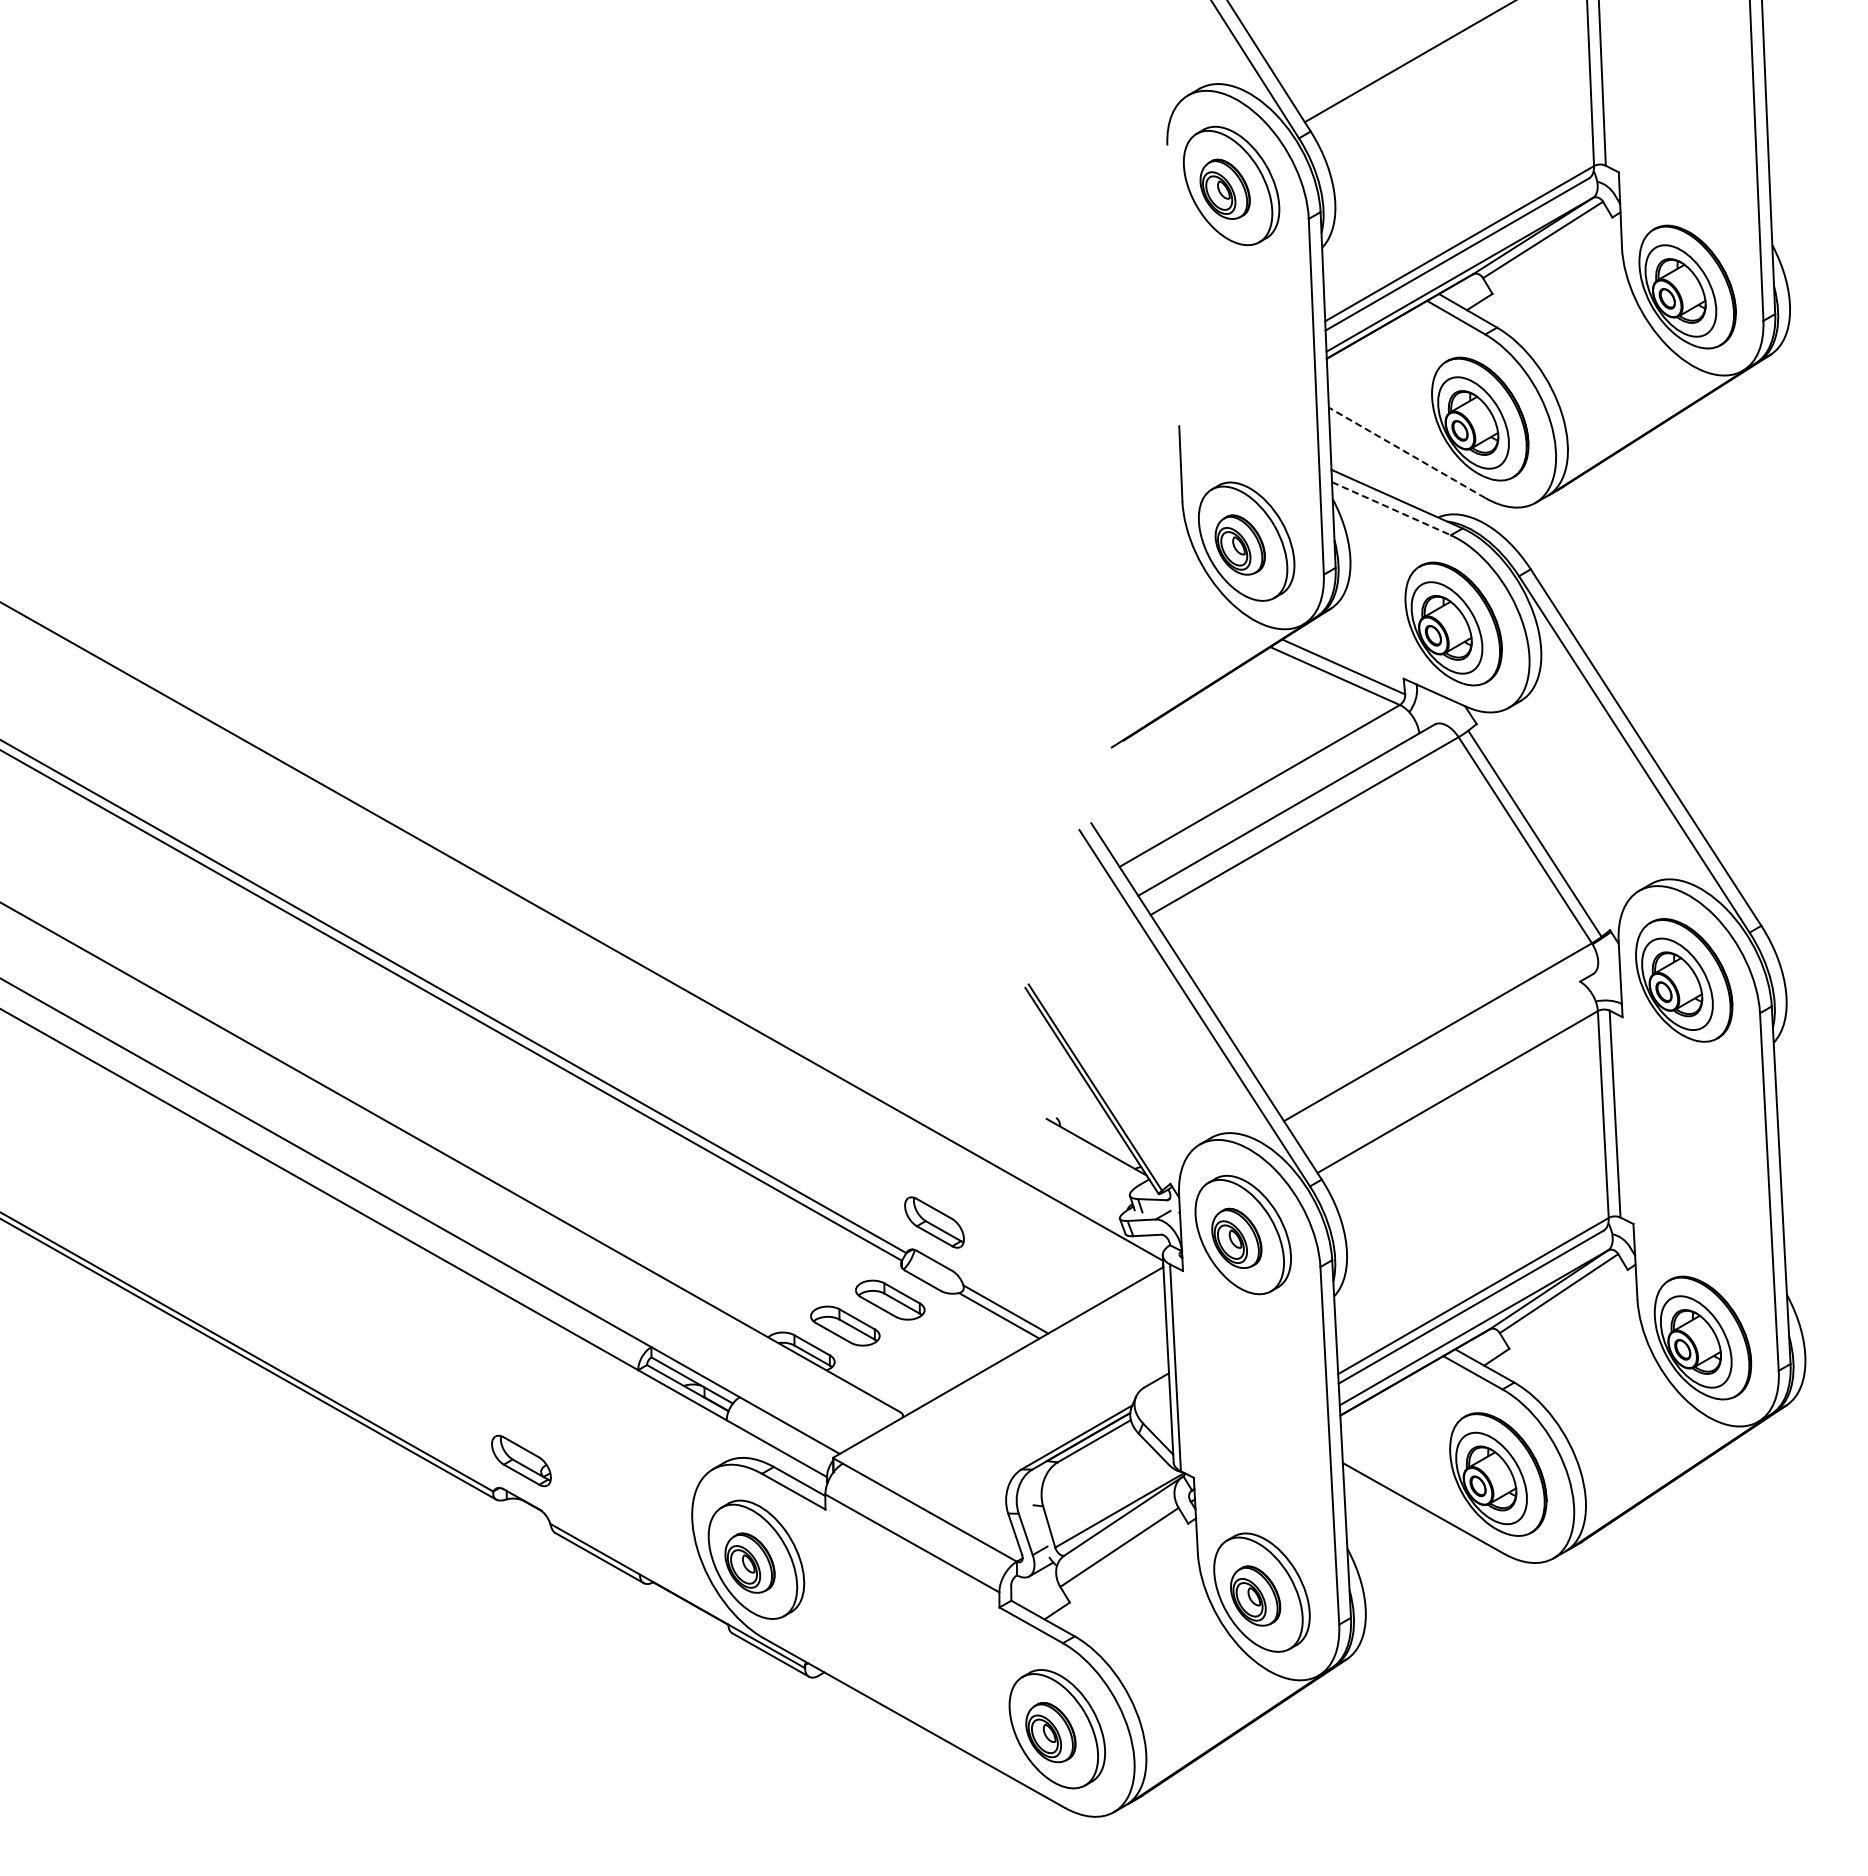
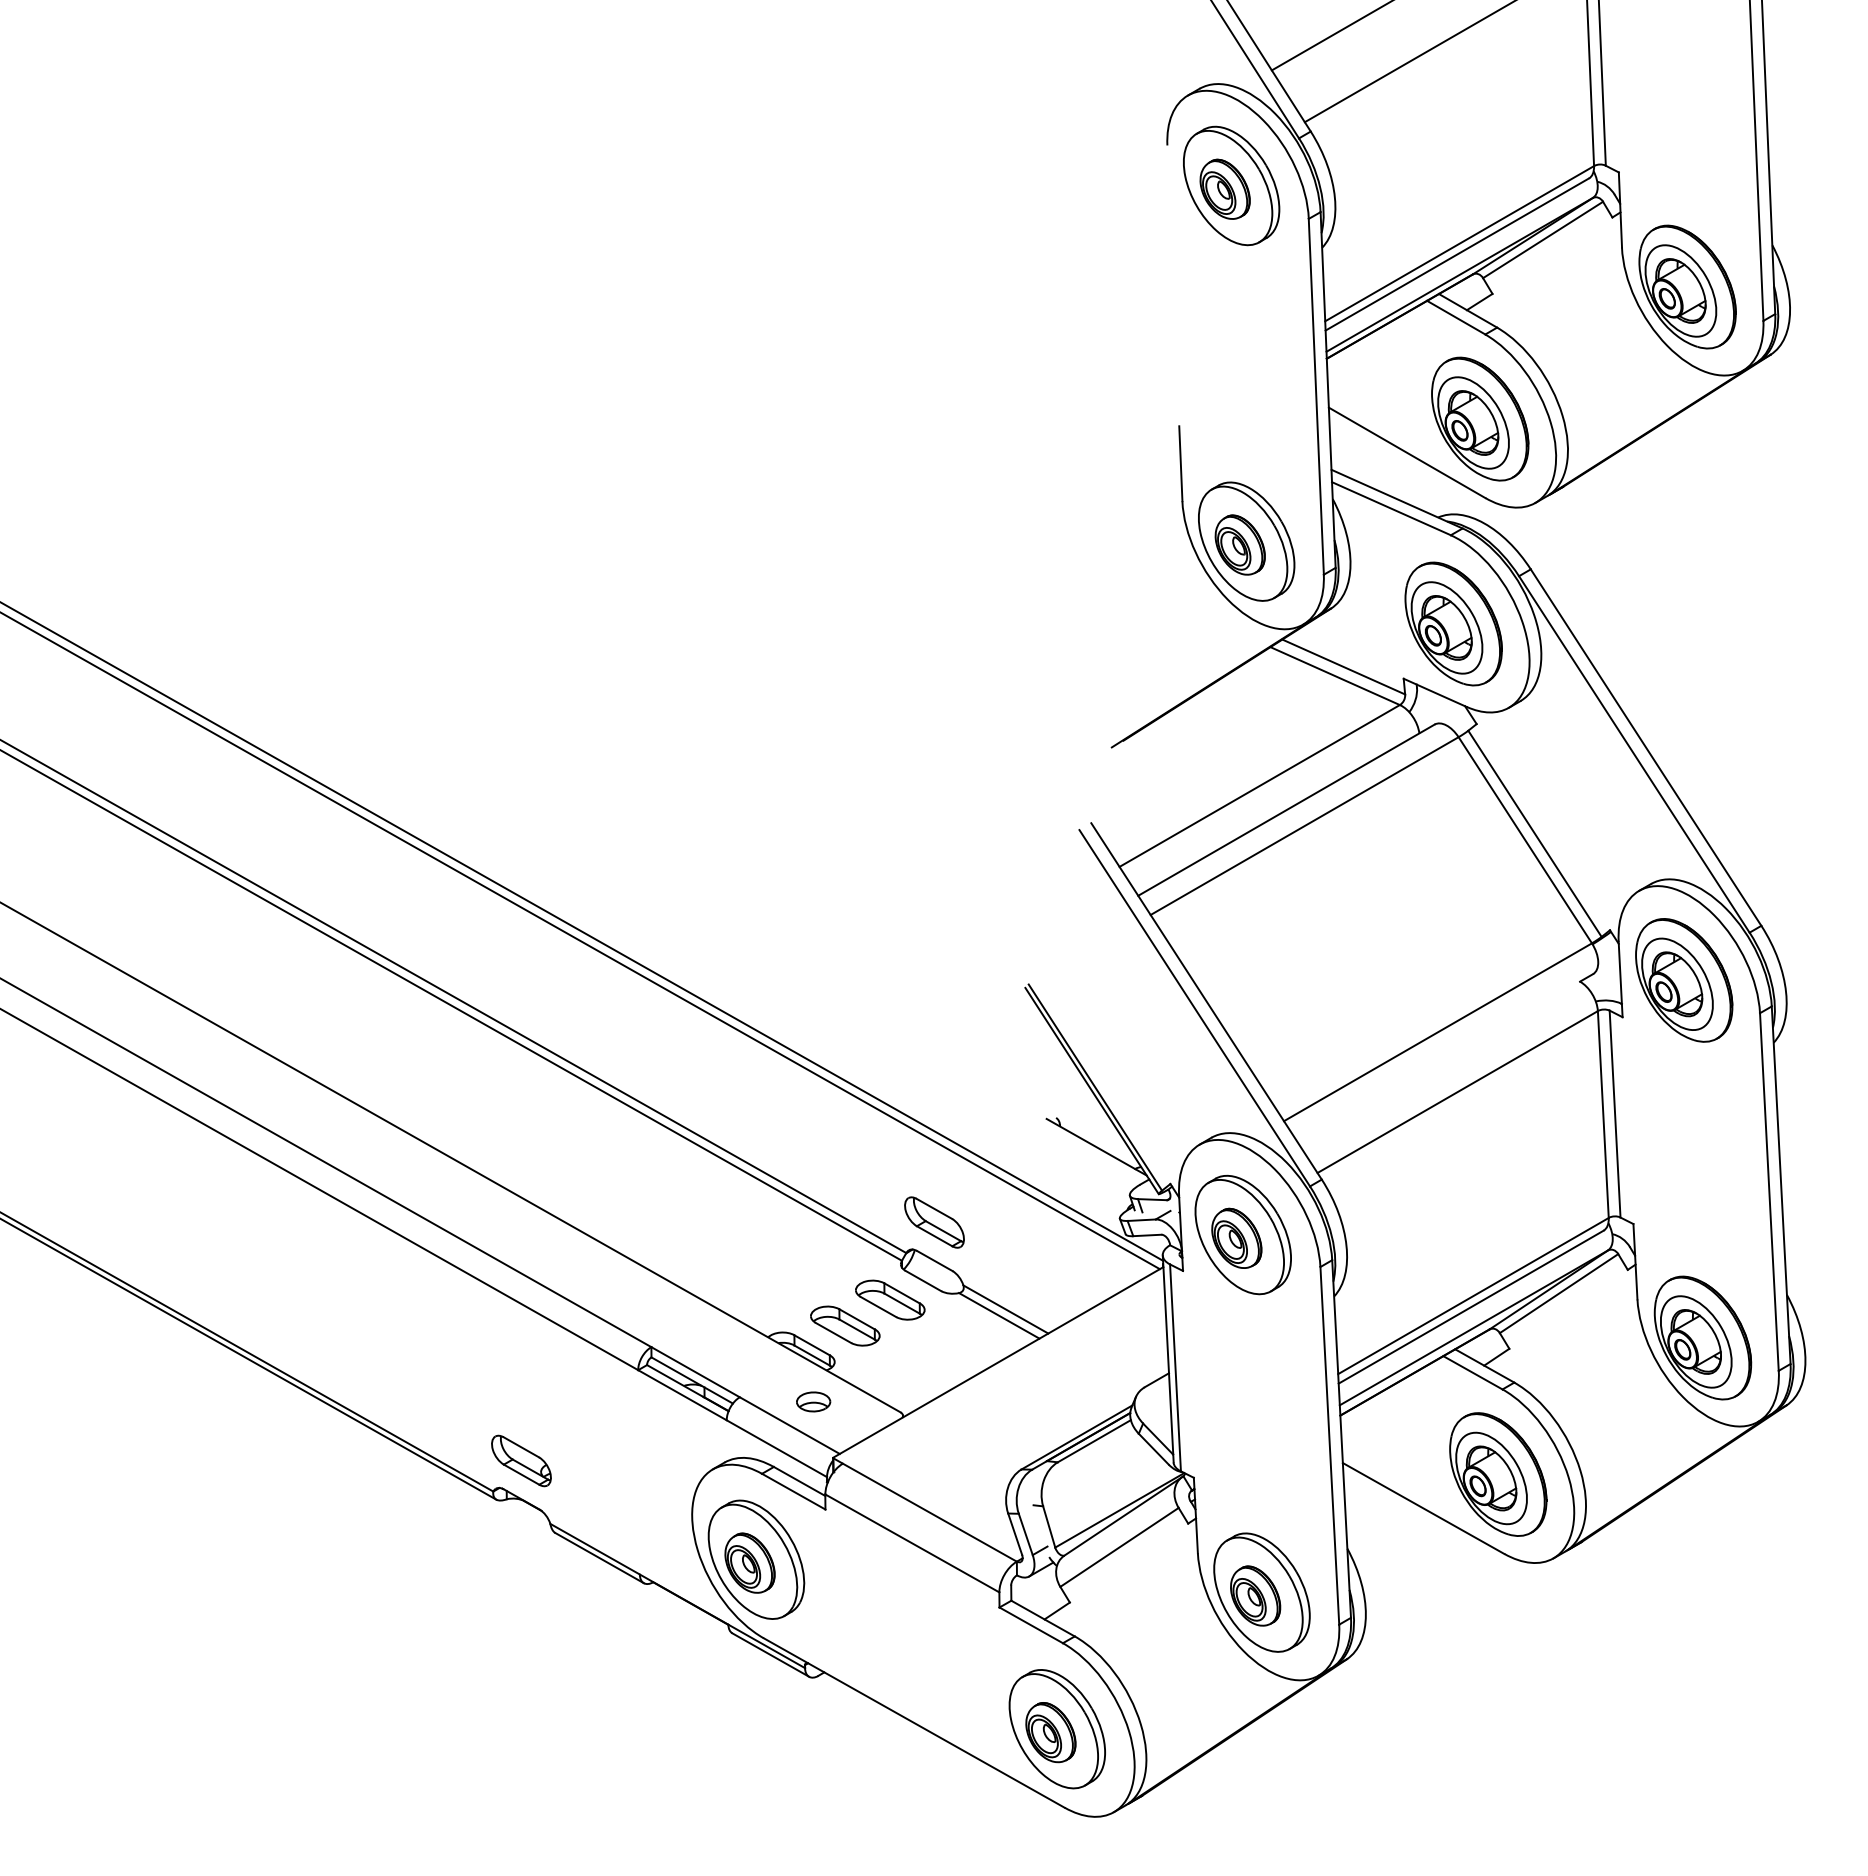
line at (1330, 36): none -> present
line at (1406, 452): dashed -> solid
line at (1391, 508): dashed -> solid
line at (580, 941): none -> present
part at (813, 1401): none -> present
